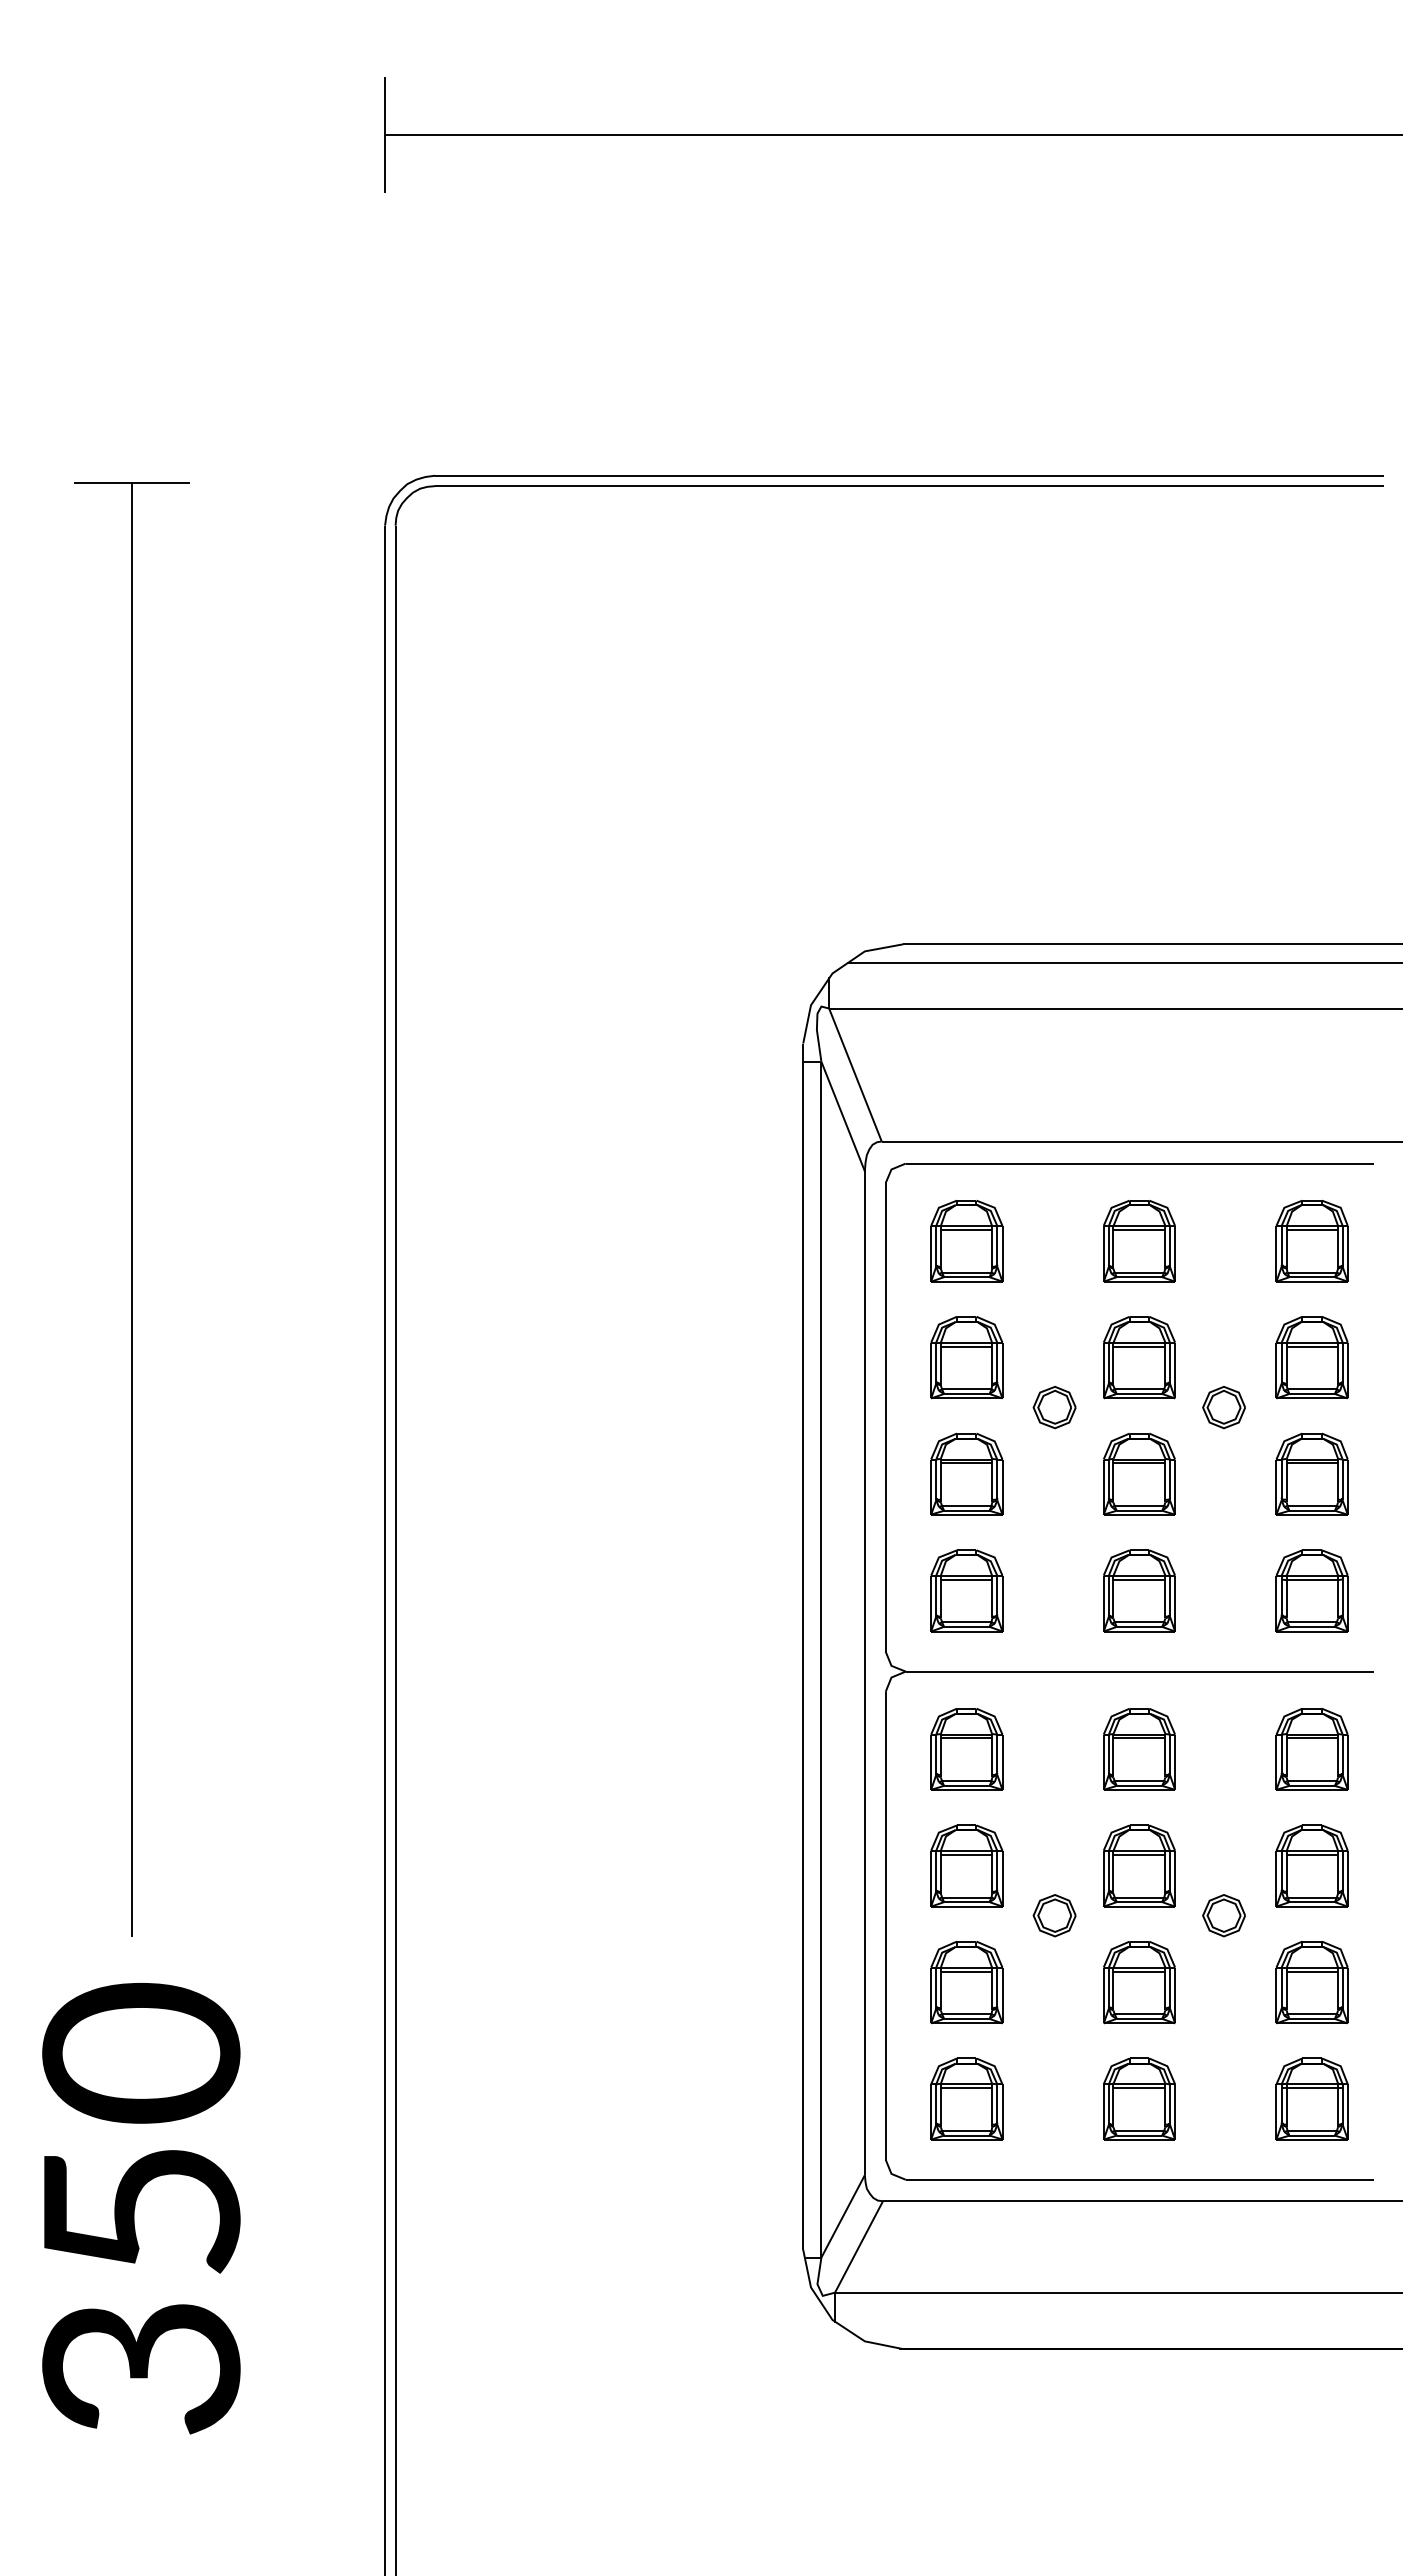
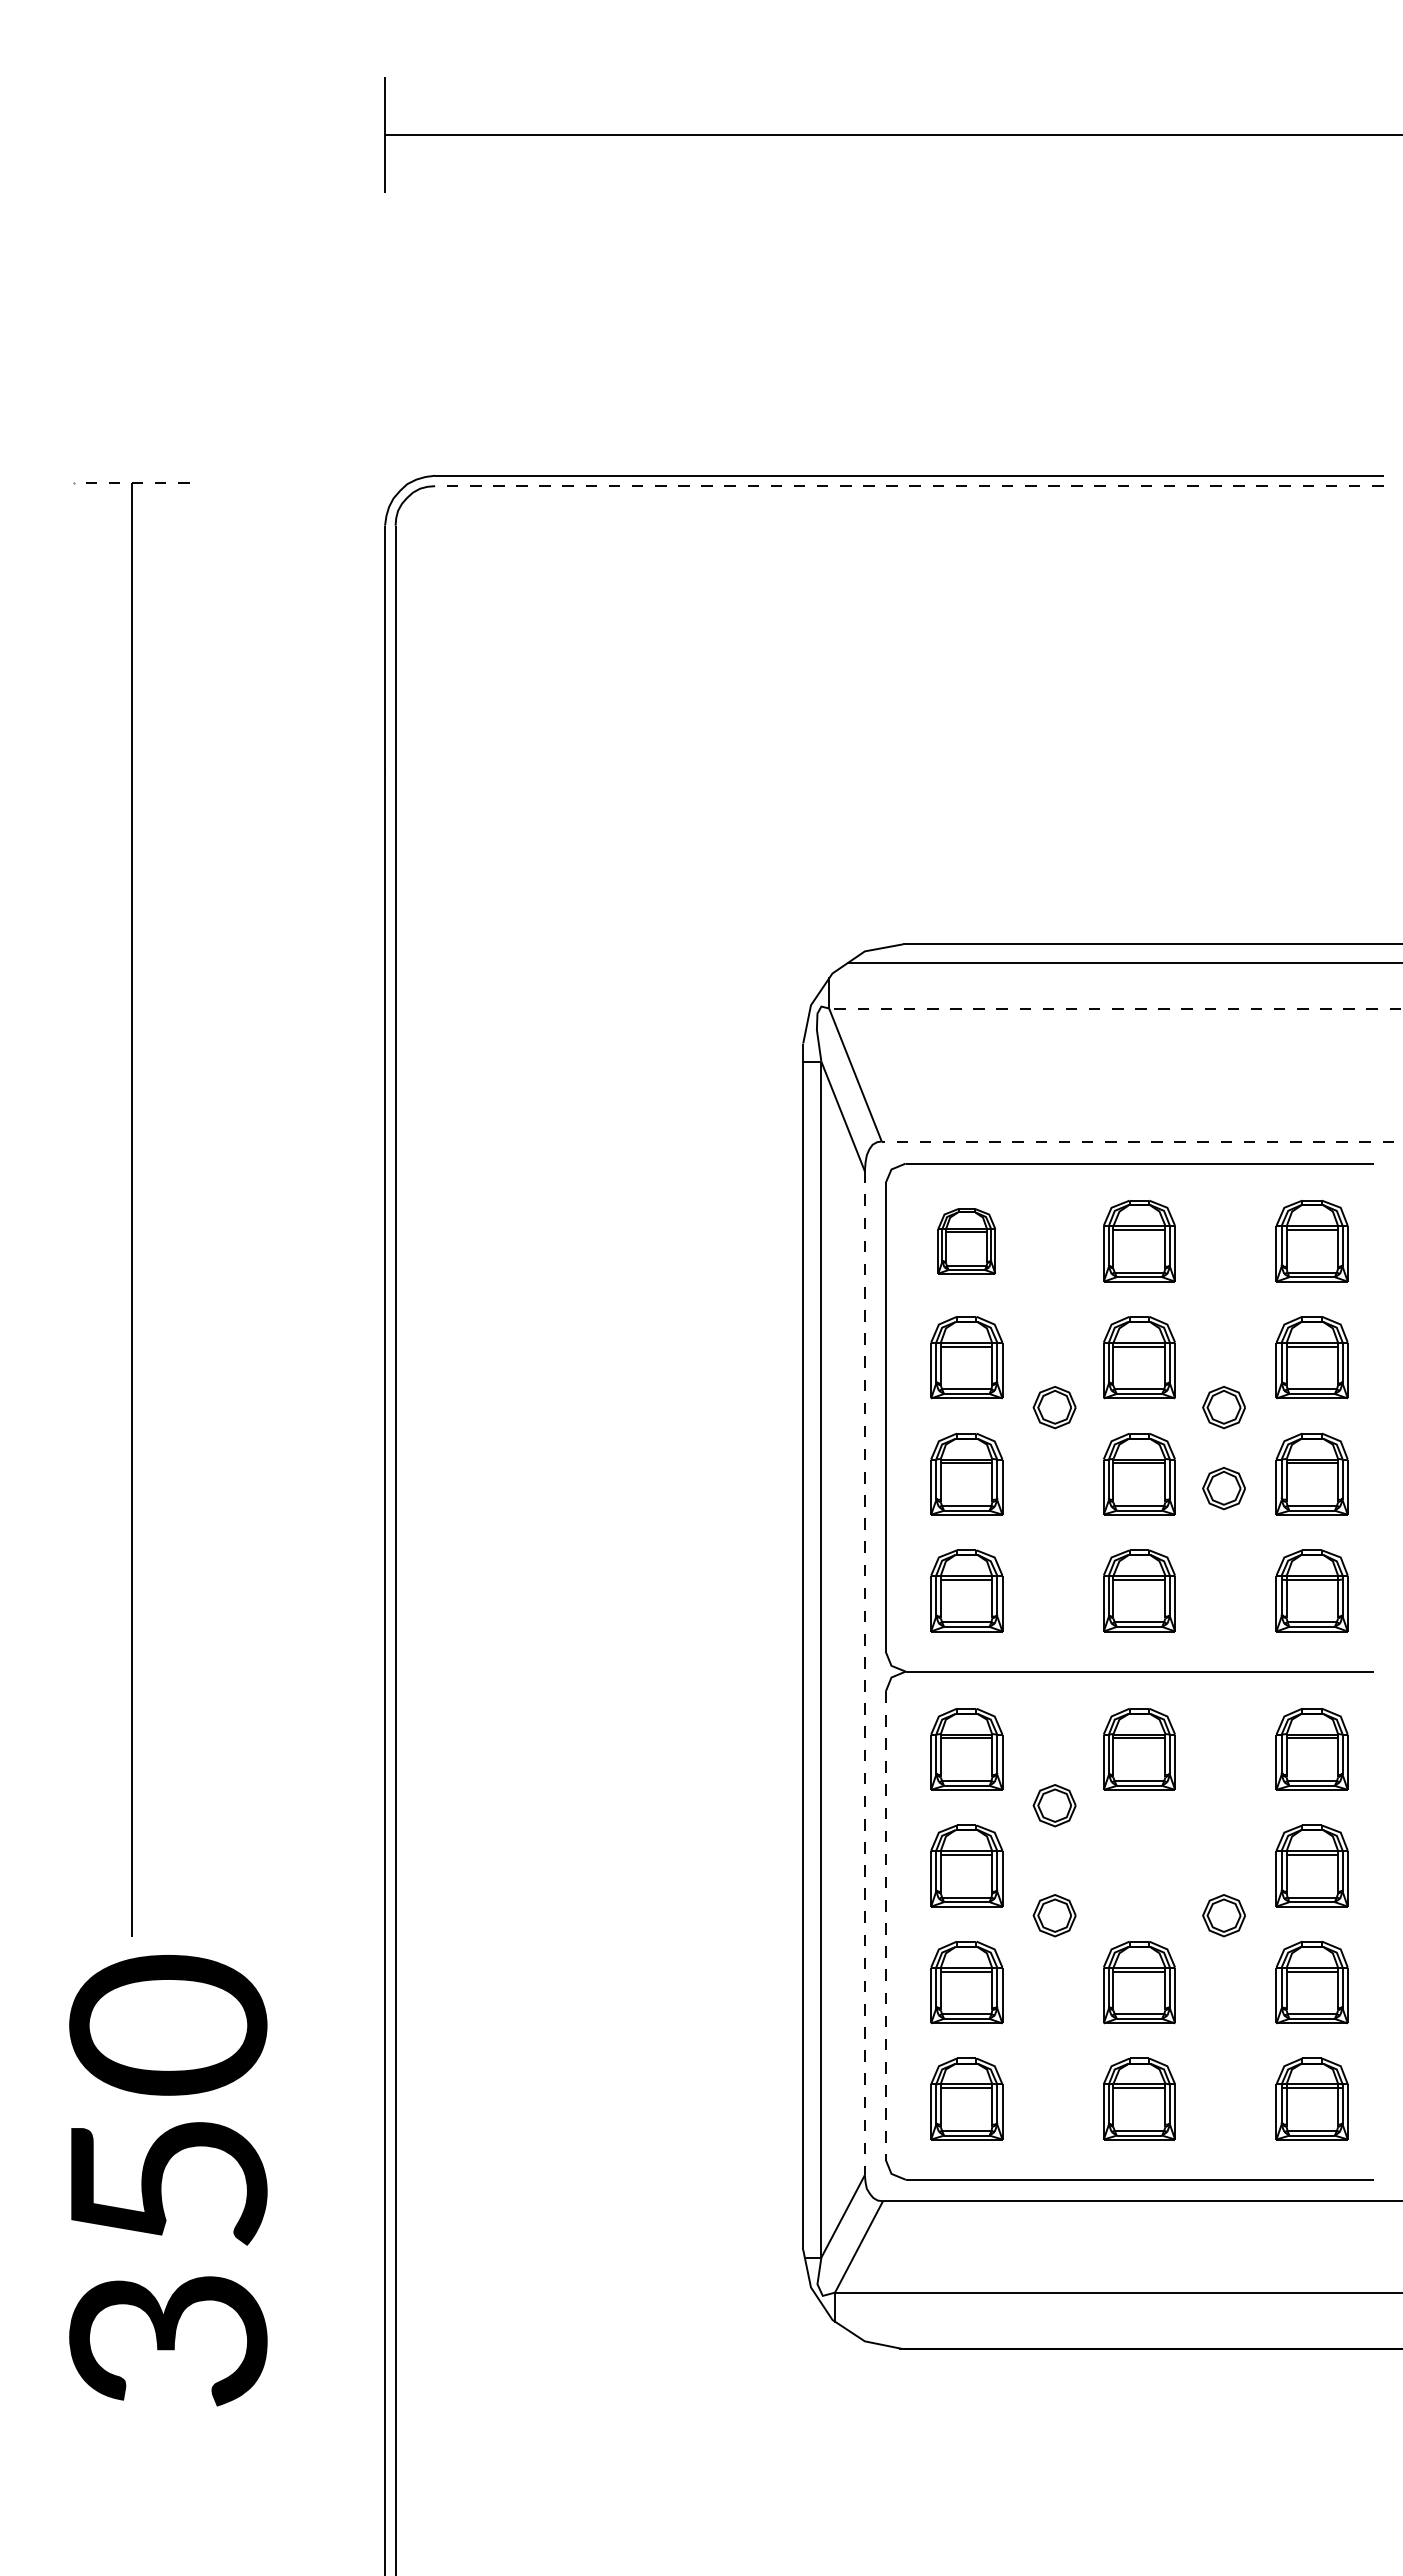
line at (131, 483): solid -> dashed
line at (908, 486): solid -> dashed
line at (1115, 1008): solid -> dashed
line at (1141, 1141): solid -> dashed
part at (966, 1241) size: 74x83 px -> 59x67 px
part at (1223, 1488): none -> present
line at (864, 1673): solid -> dashed
part at (1054, 1805): none -> present
part at (1139, 1865): present -> none
line at (885, 1925): solid -> dashed
text at (141, 2208) position: (141, 2208) -> (168, 2180)
